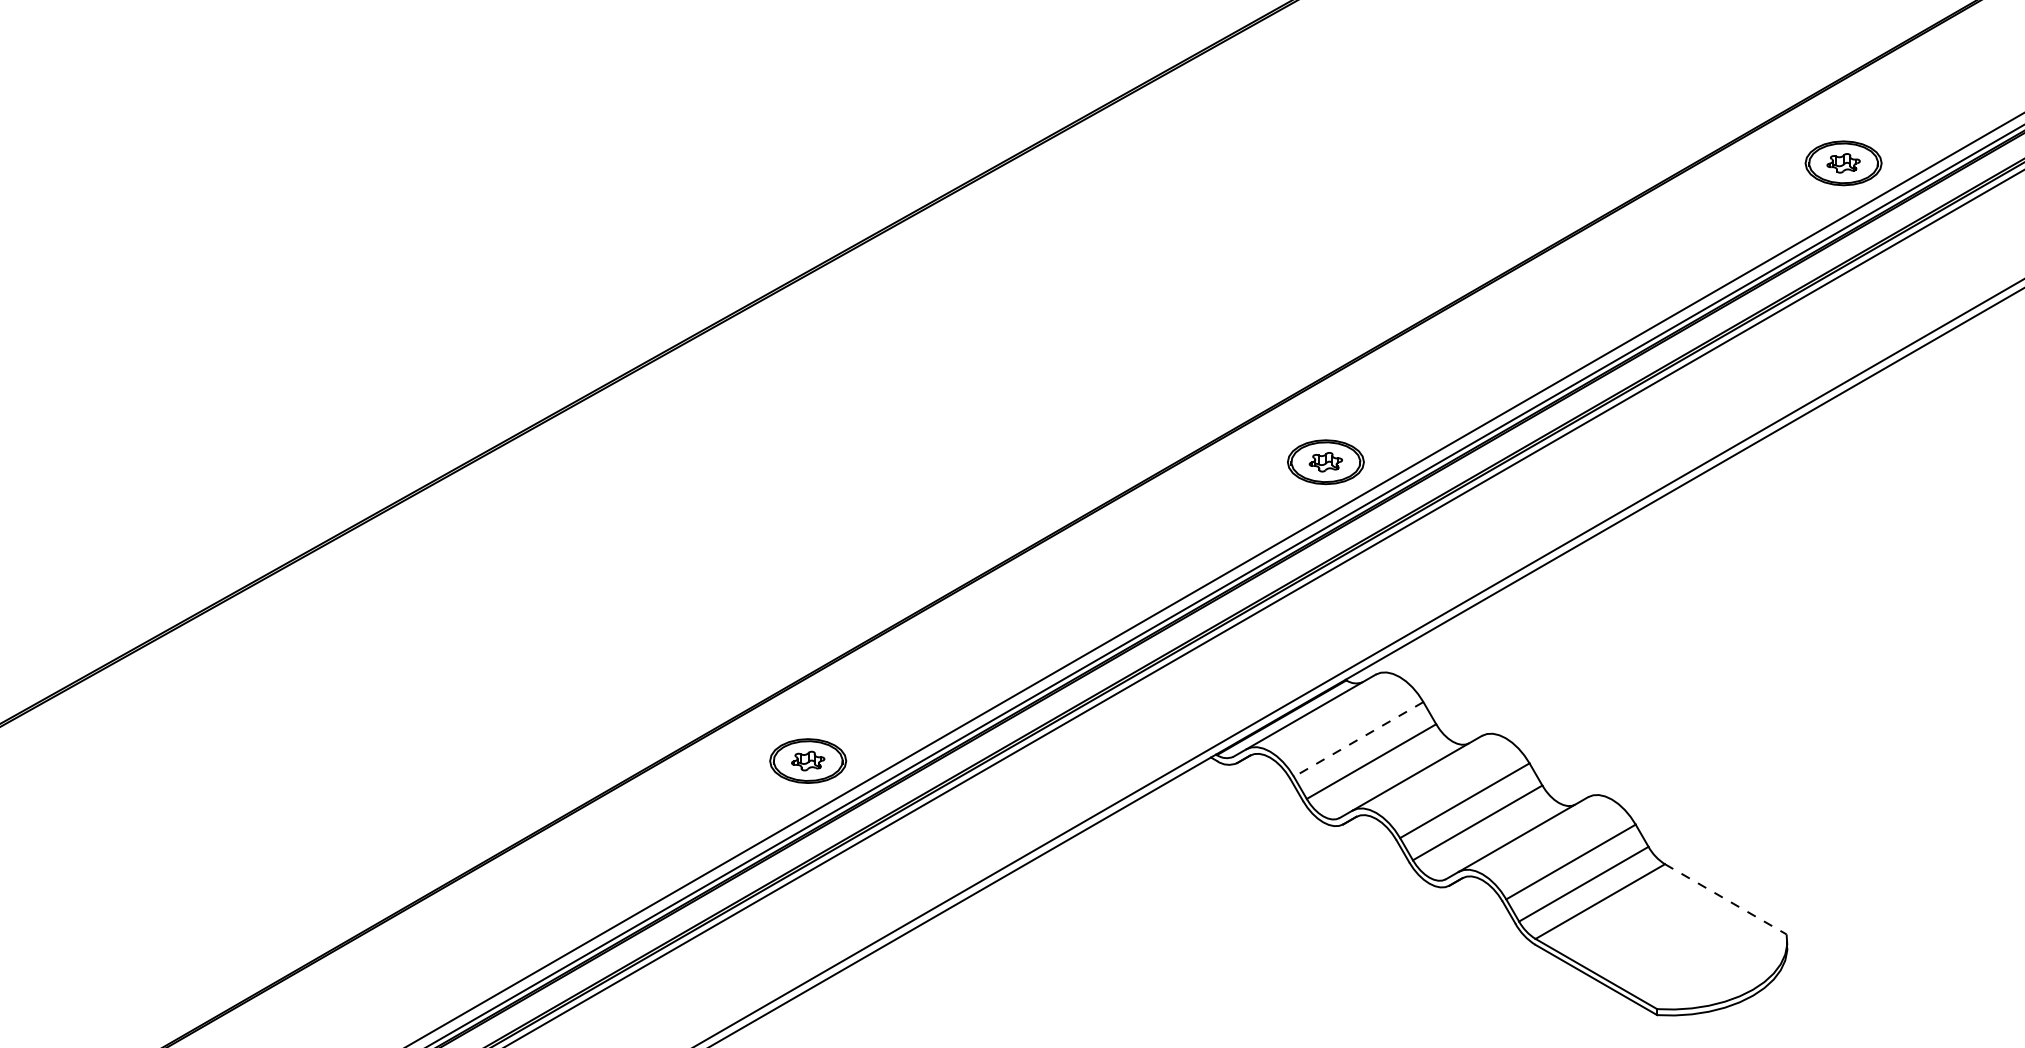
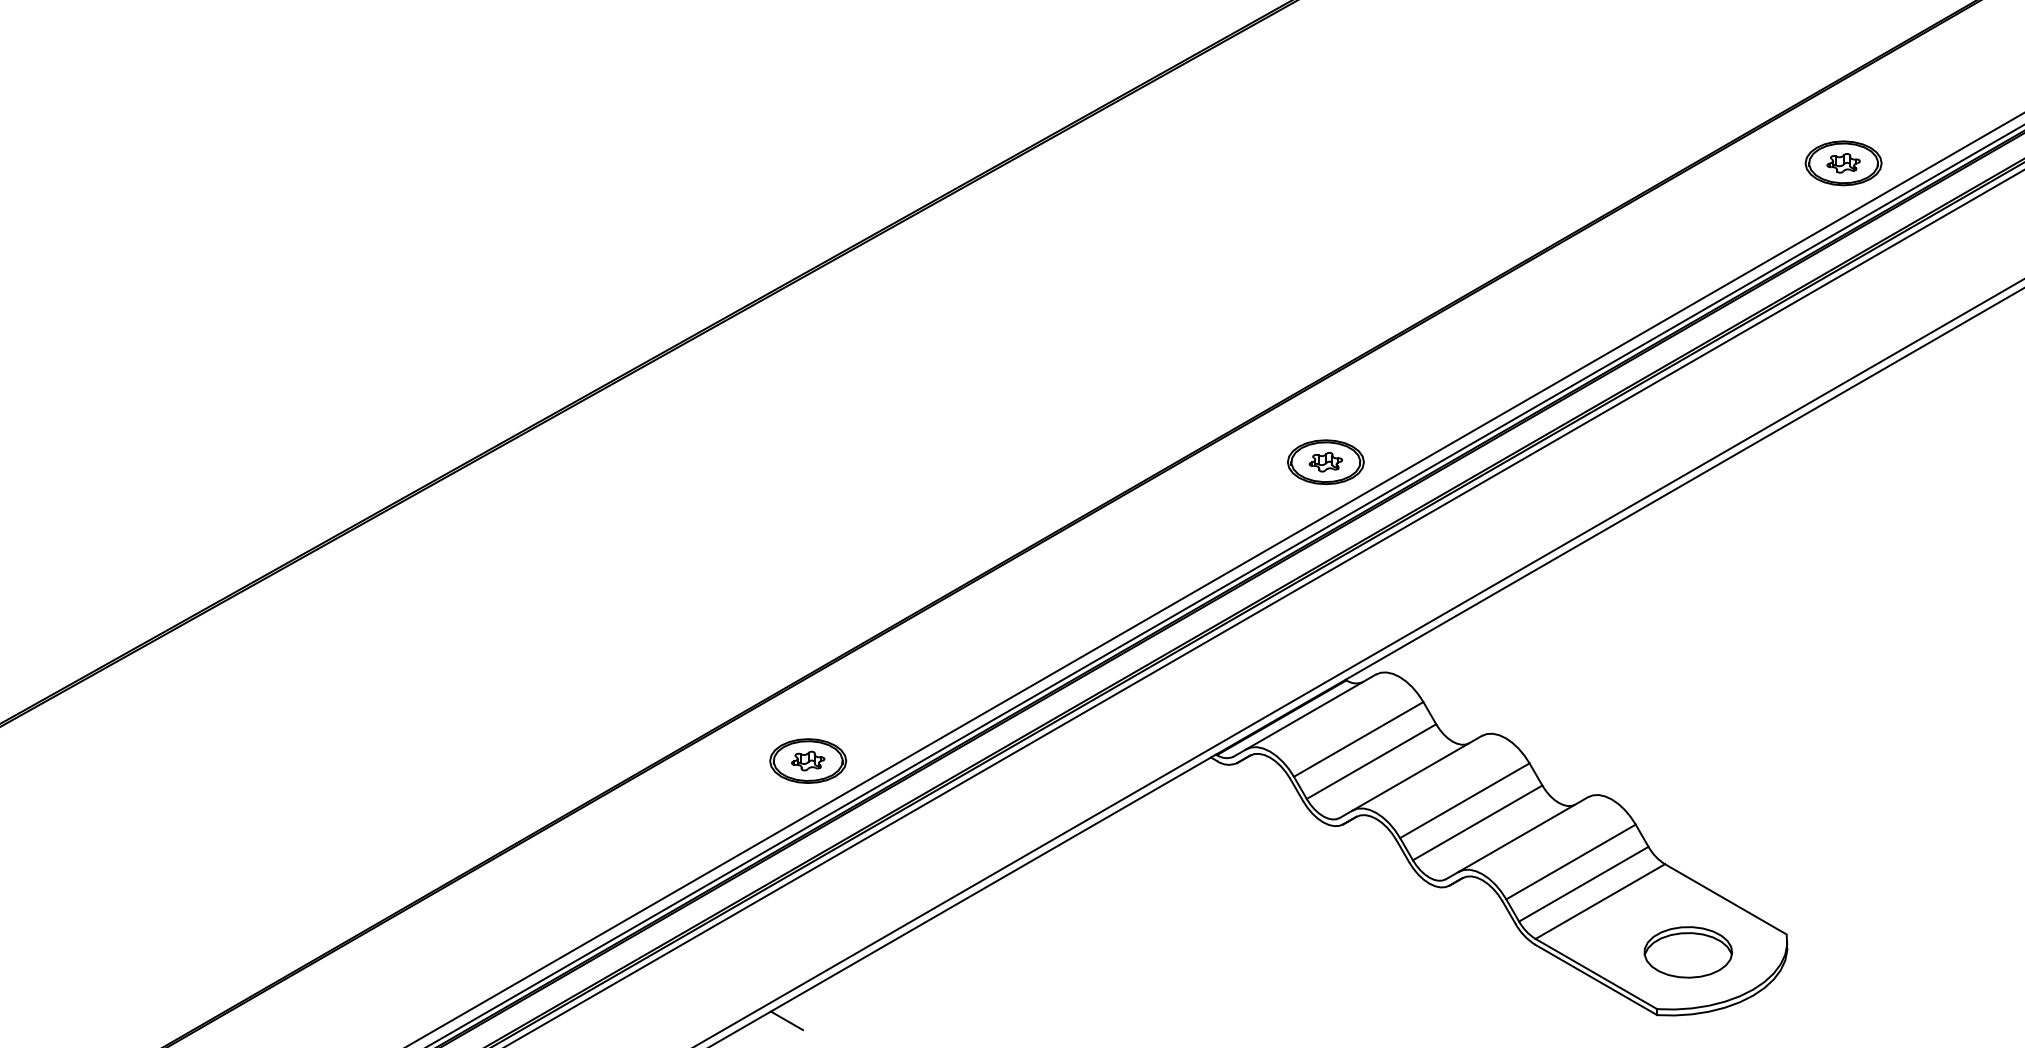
line at (1358, 739): dashed -> solid
line at (1726, 899): dashed -> solid
part at (1688, 952): none -> present
line at (786, 1020): none -> present
